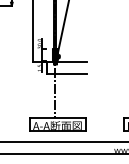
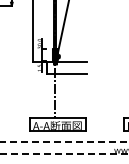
line at (64, 141): solid -> dashed
line at (64, 153): solid -> dashed
